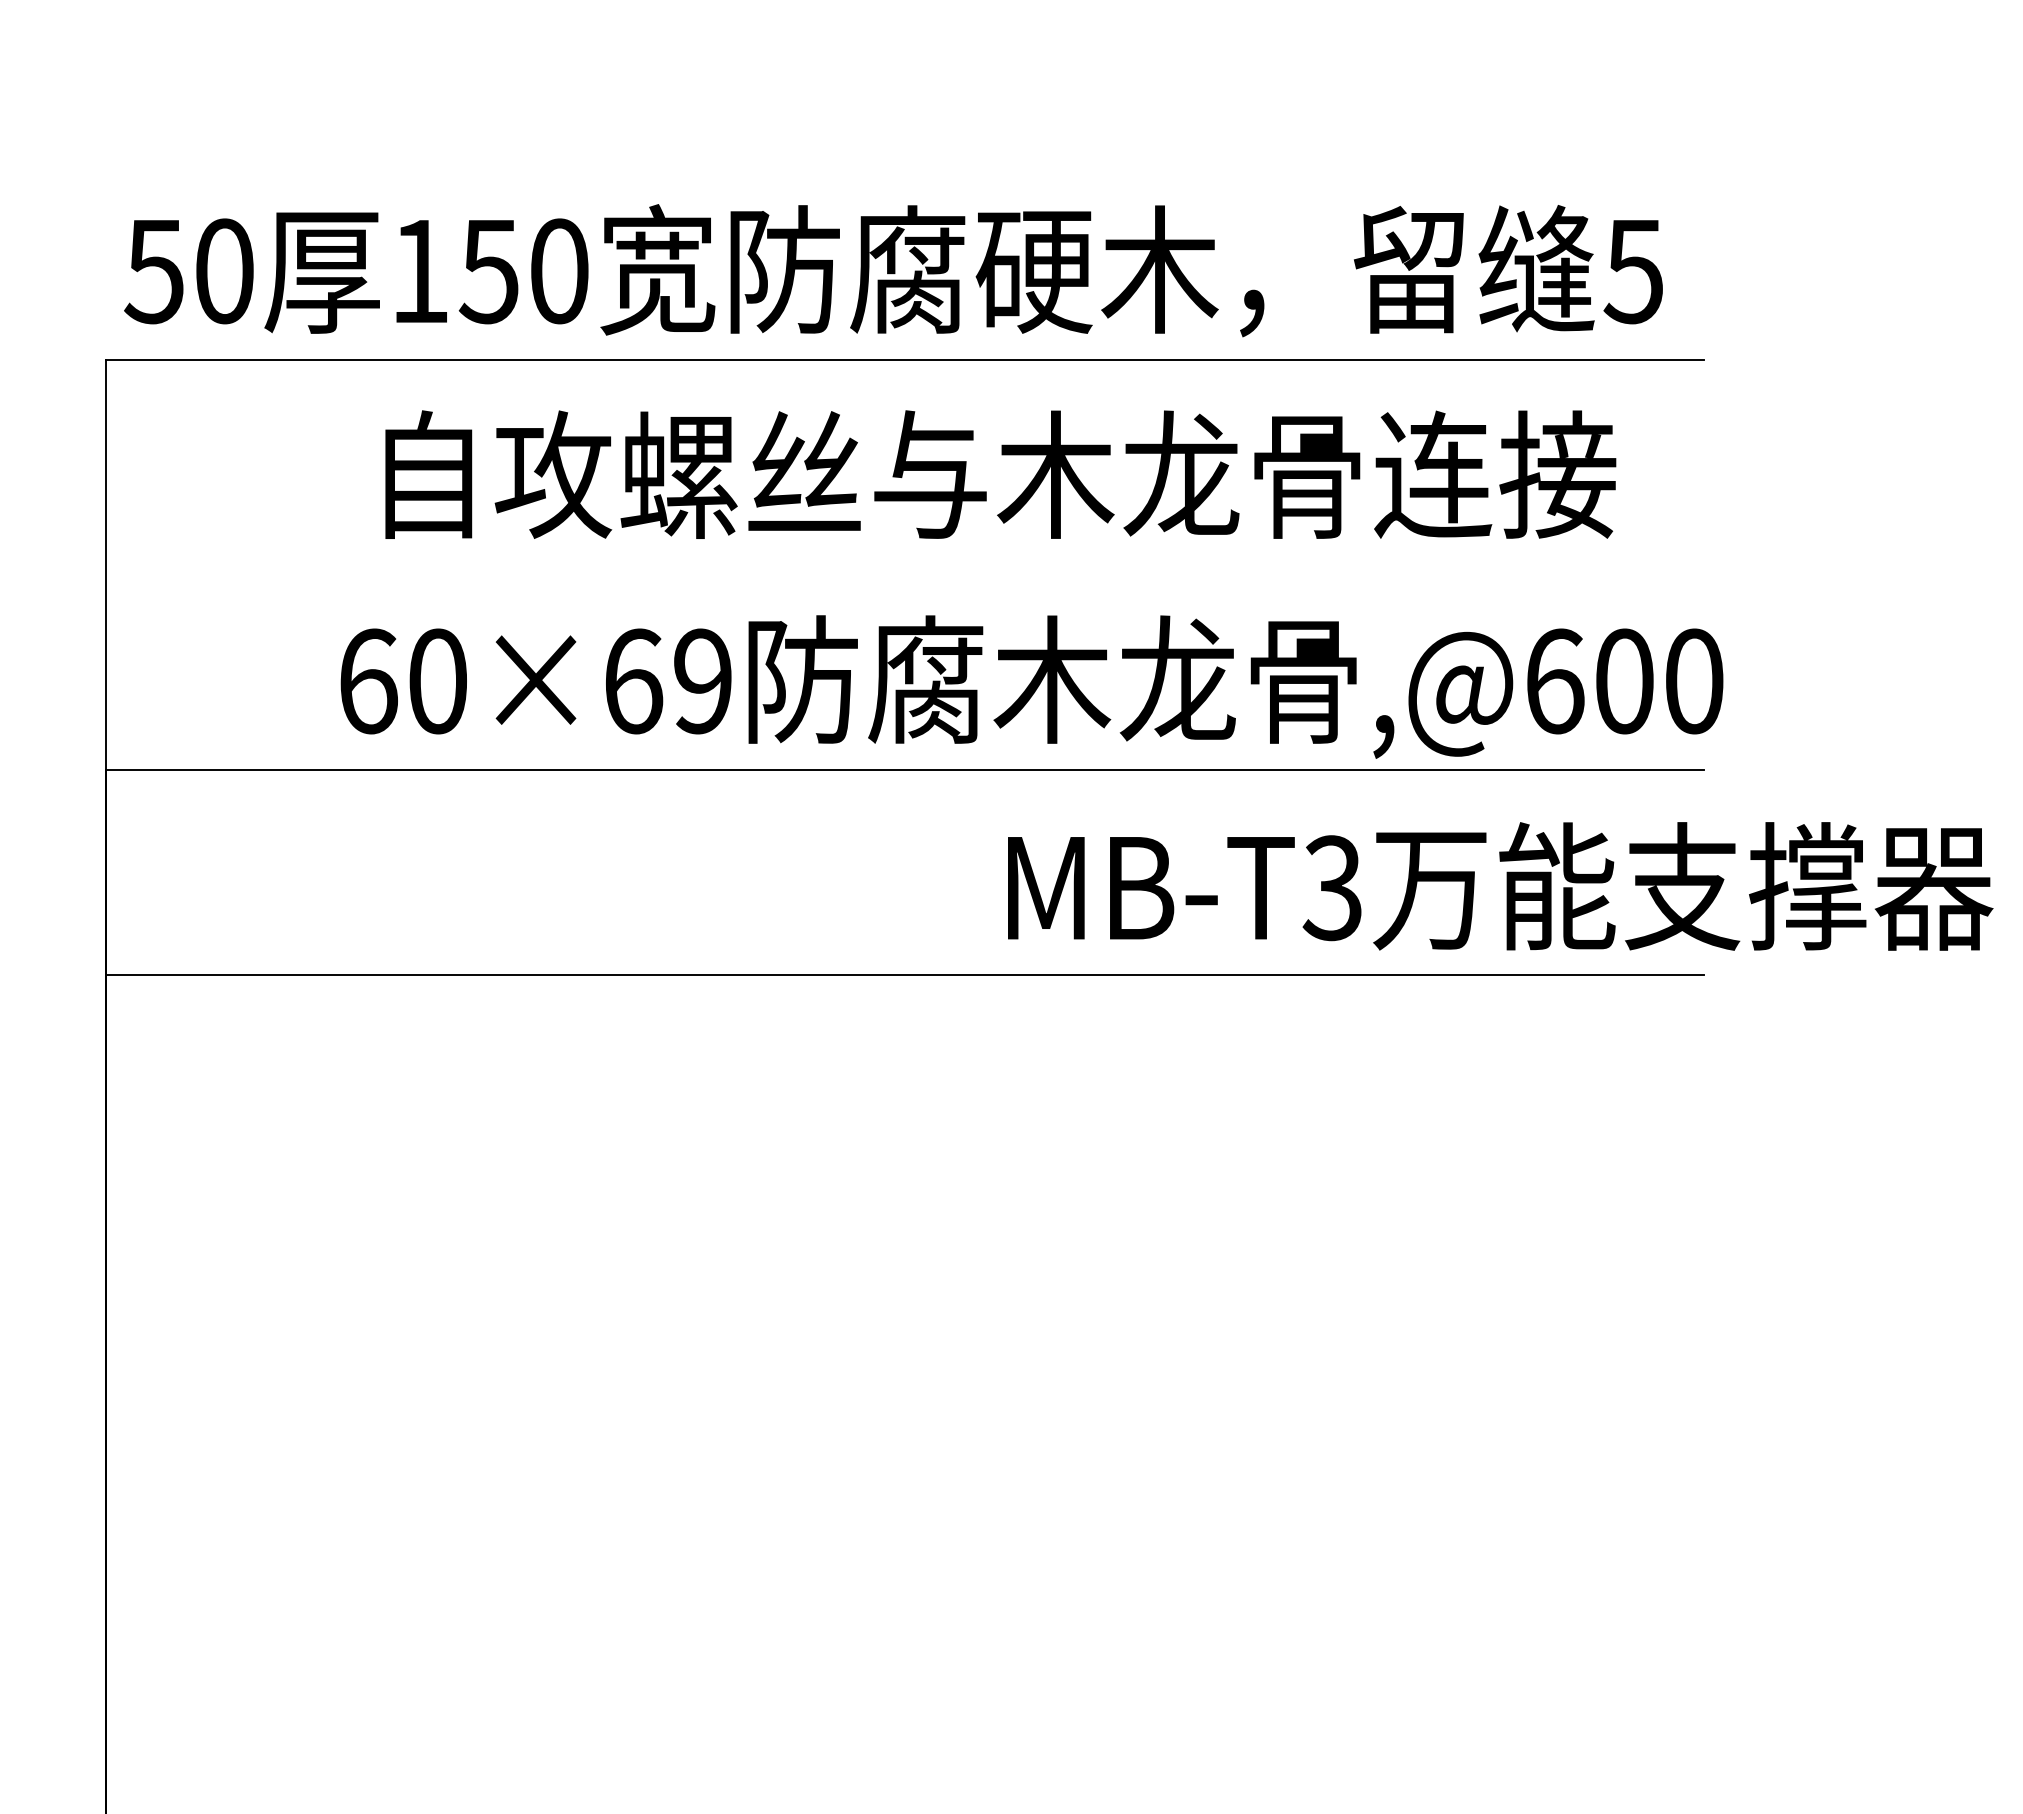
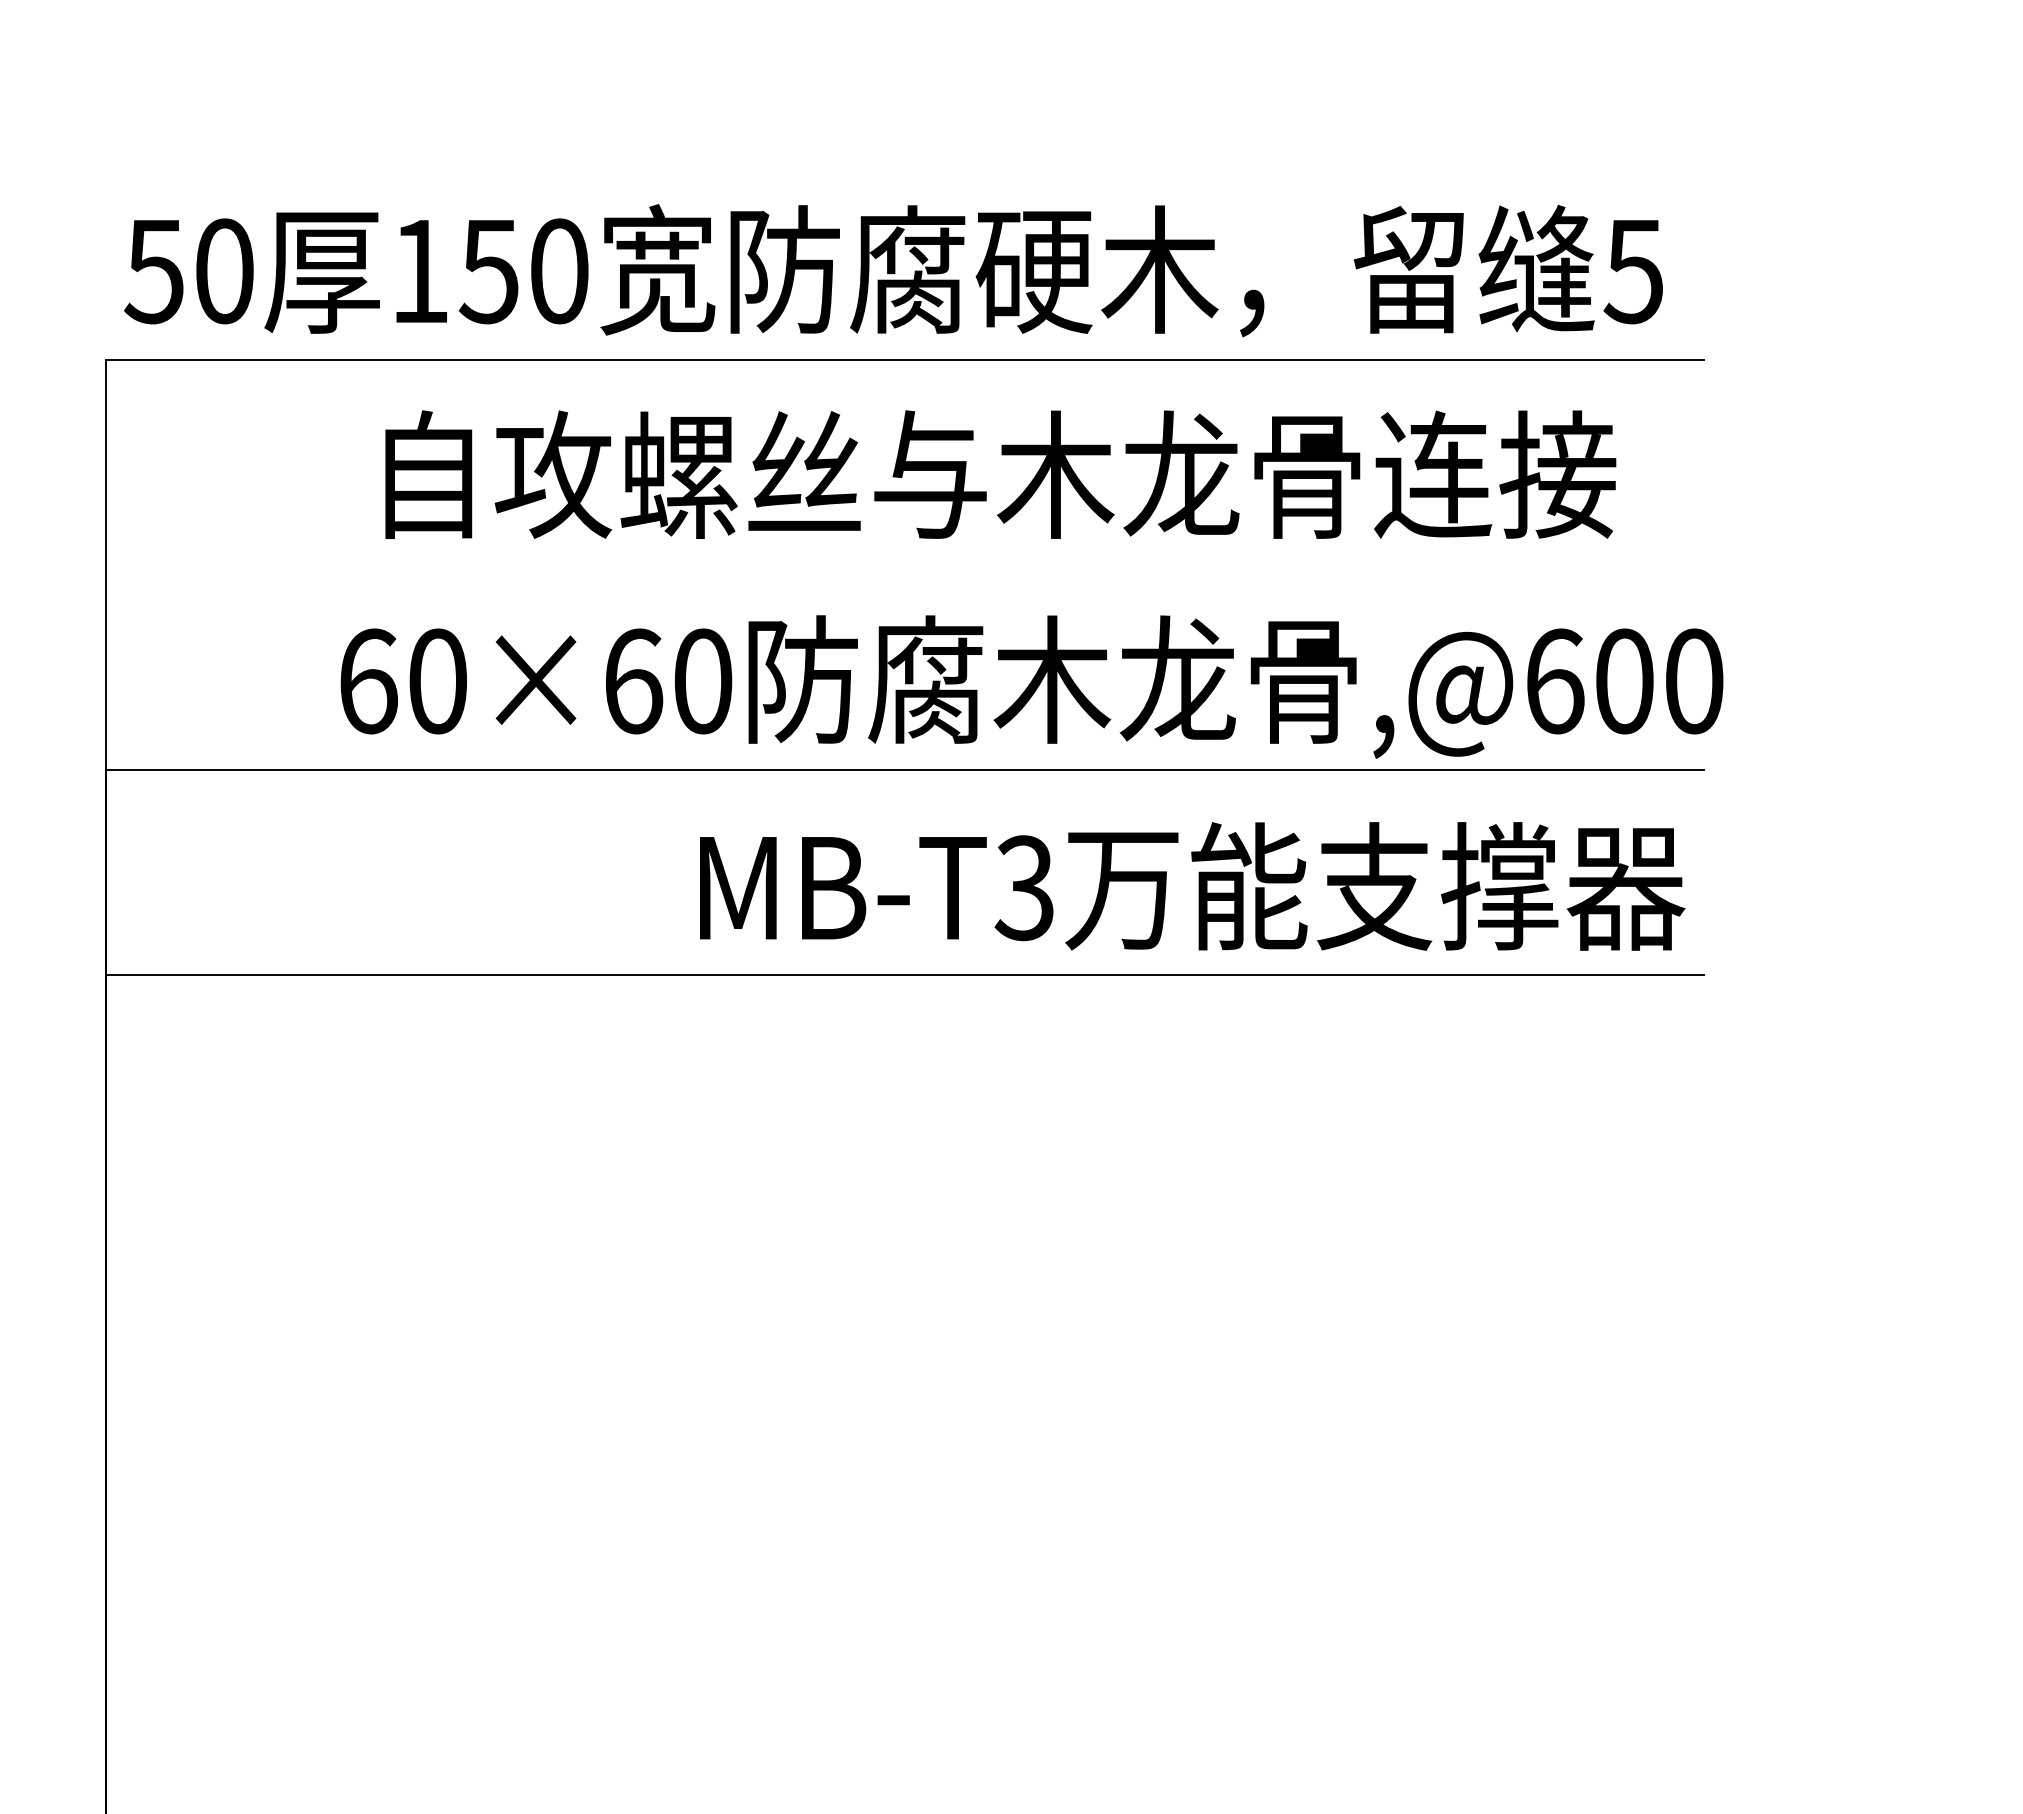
text at (703, 681): 60×69 -> 60×60
text at (1500, 886) position: (1500, 886) -> (1192, 886)
